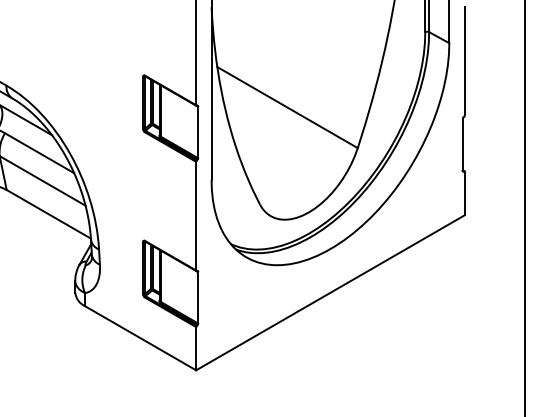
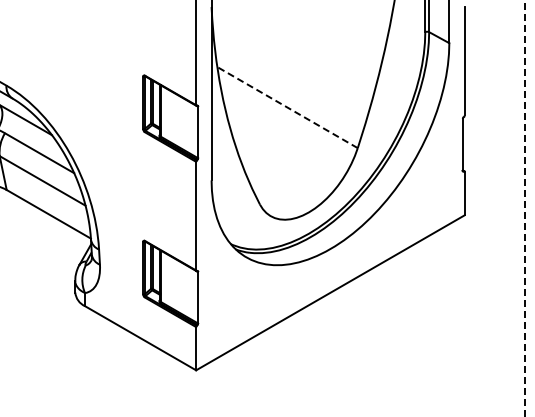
line at (287, 107): solid -> dashed
line at (524, 208): solid -> dashed
